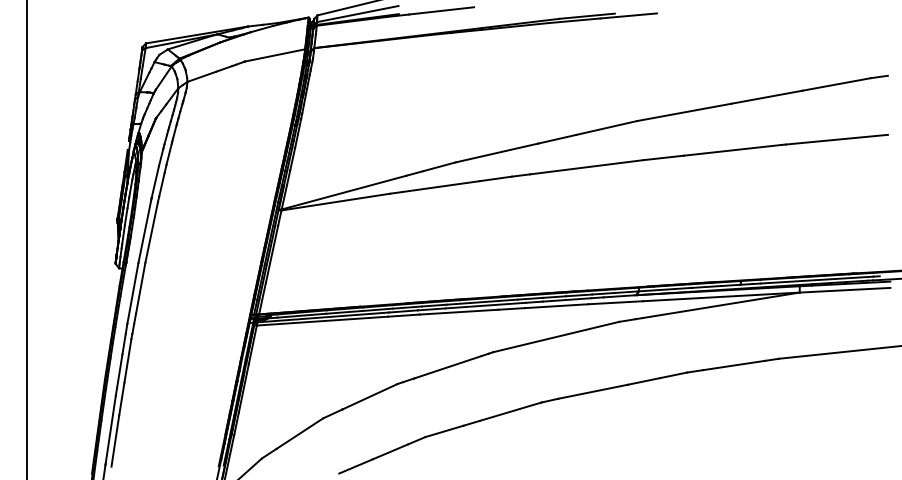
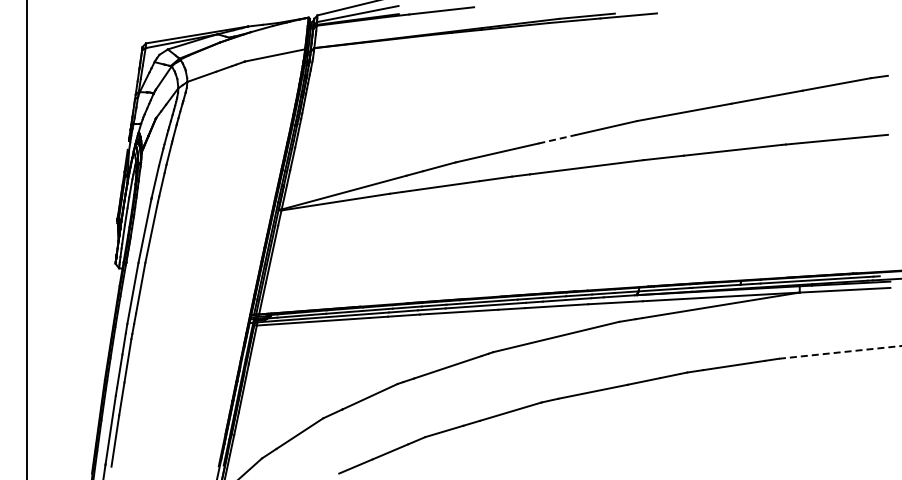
line at (557, 139): solid -> dashed
line at (840, 352): solid -> dashed
